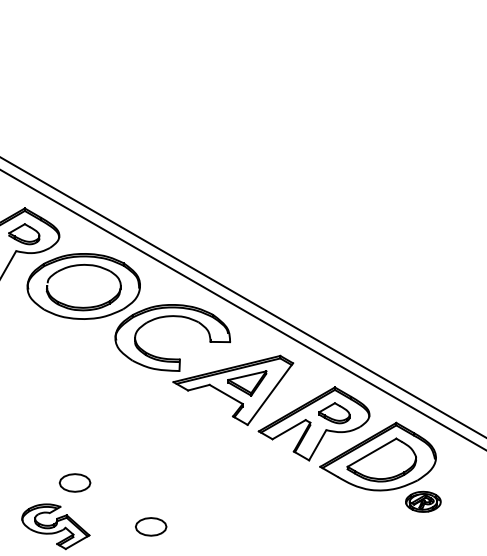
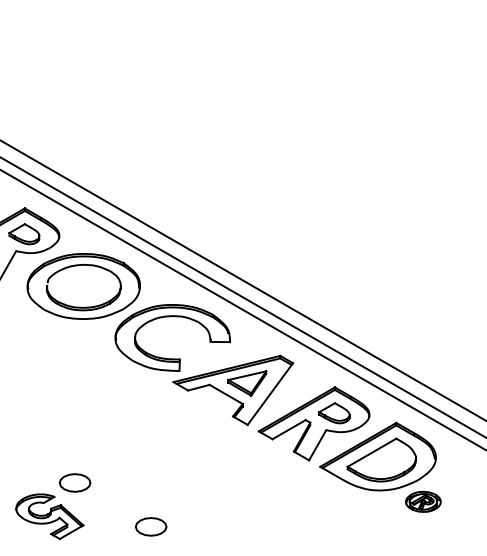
line at (242, 280): none -> present
part at (55, 526) position: (55, 526) -> (49, 516)
